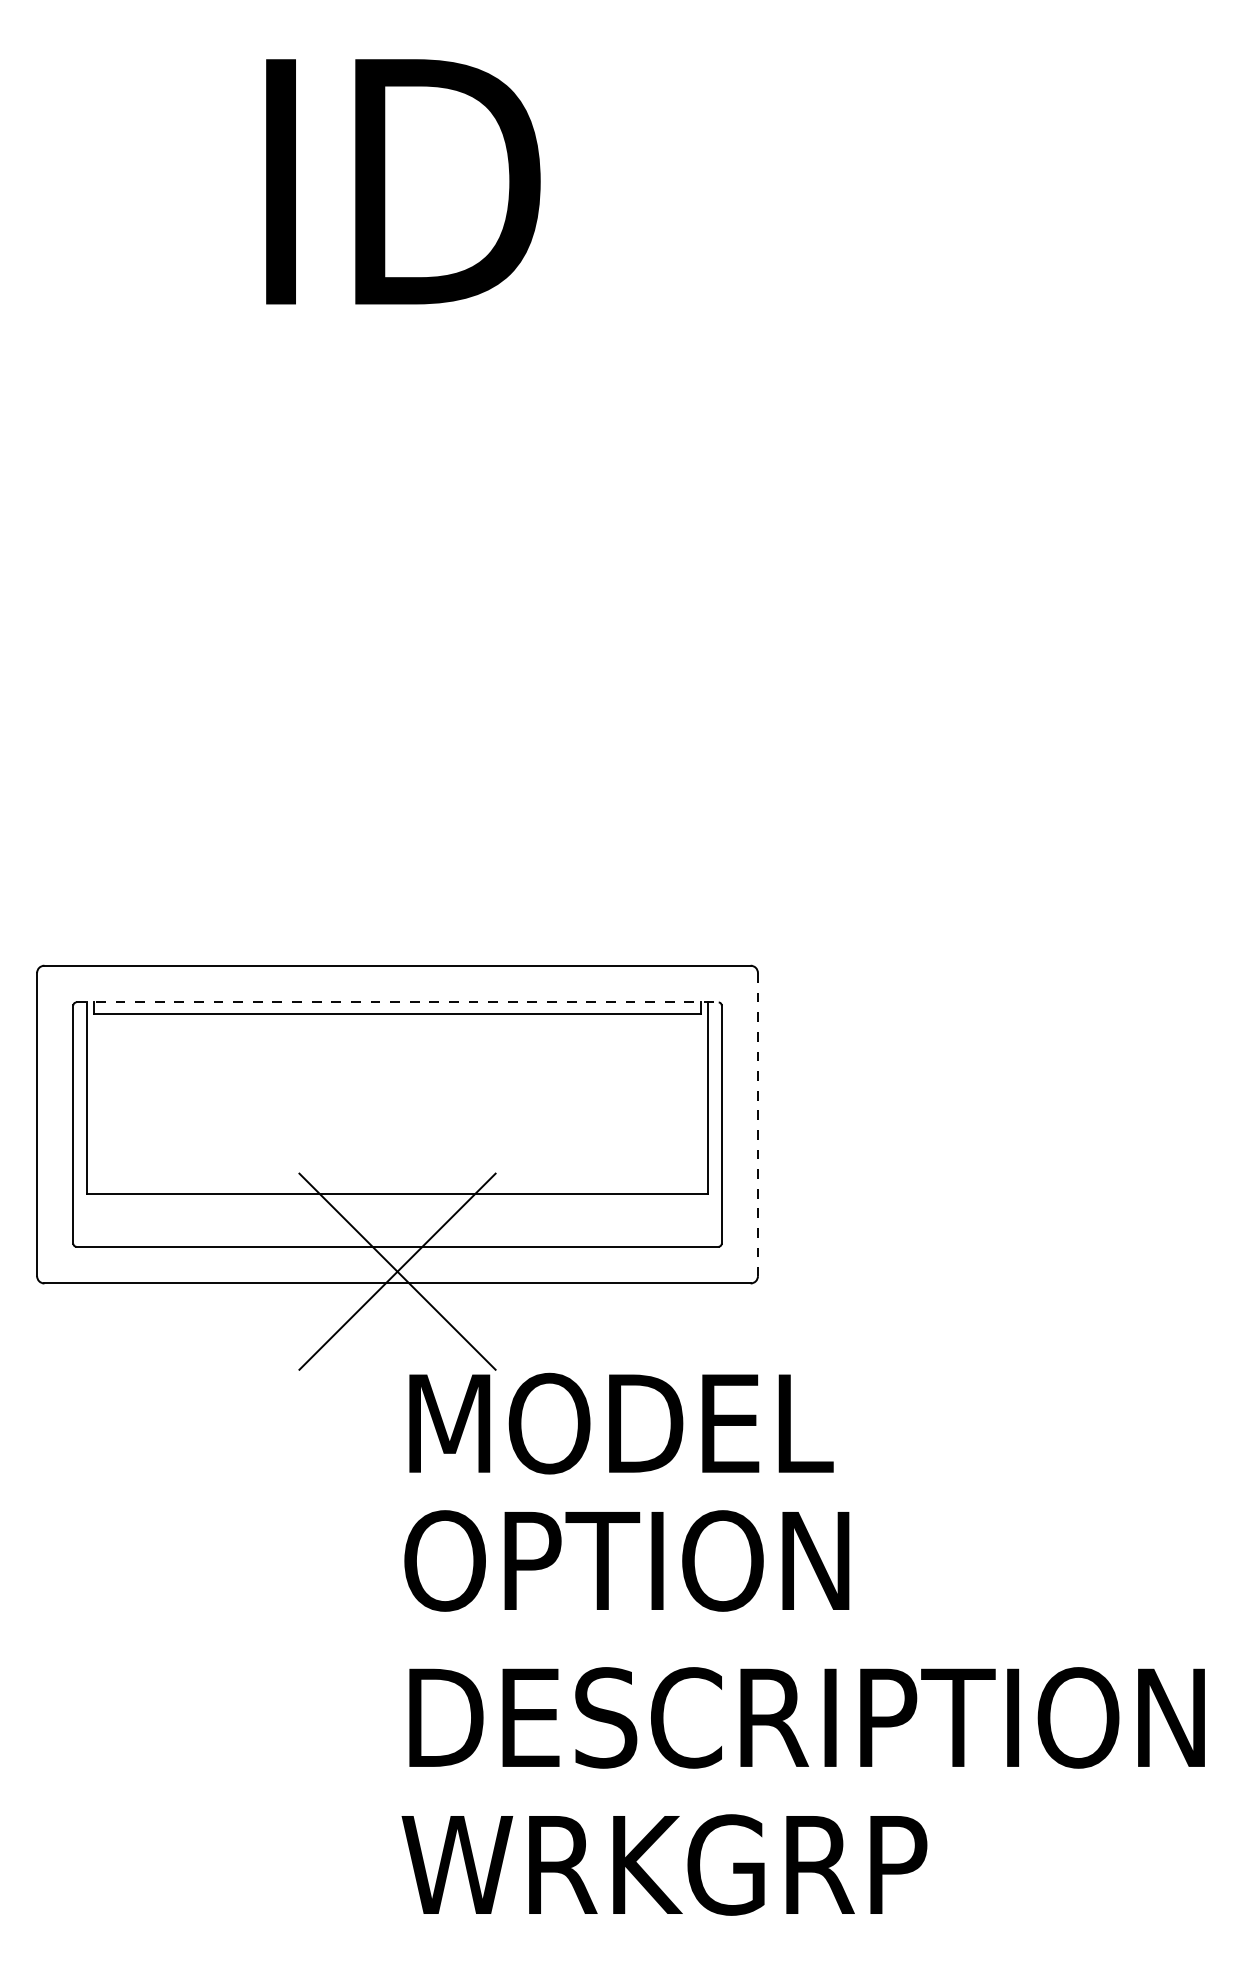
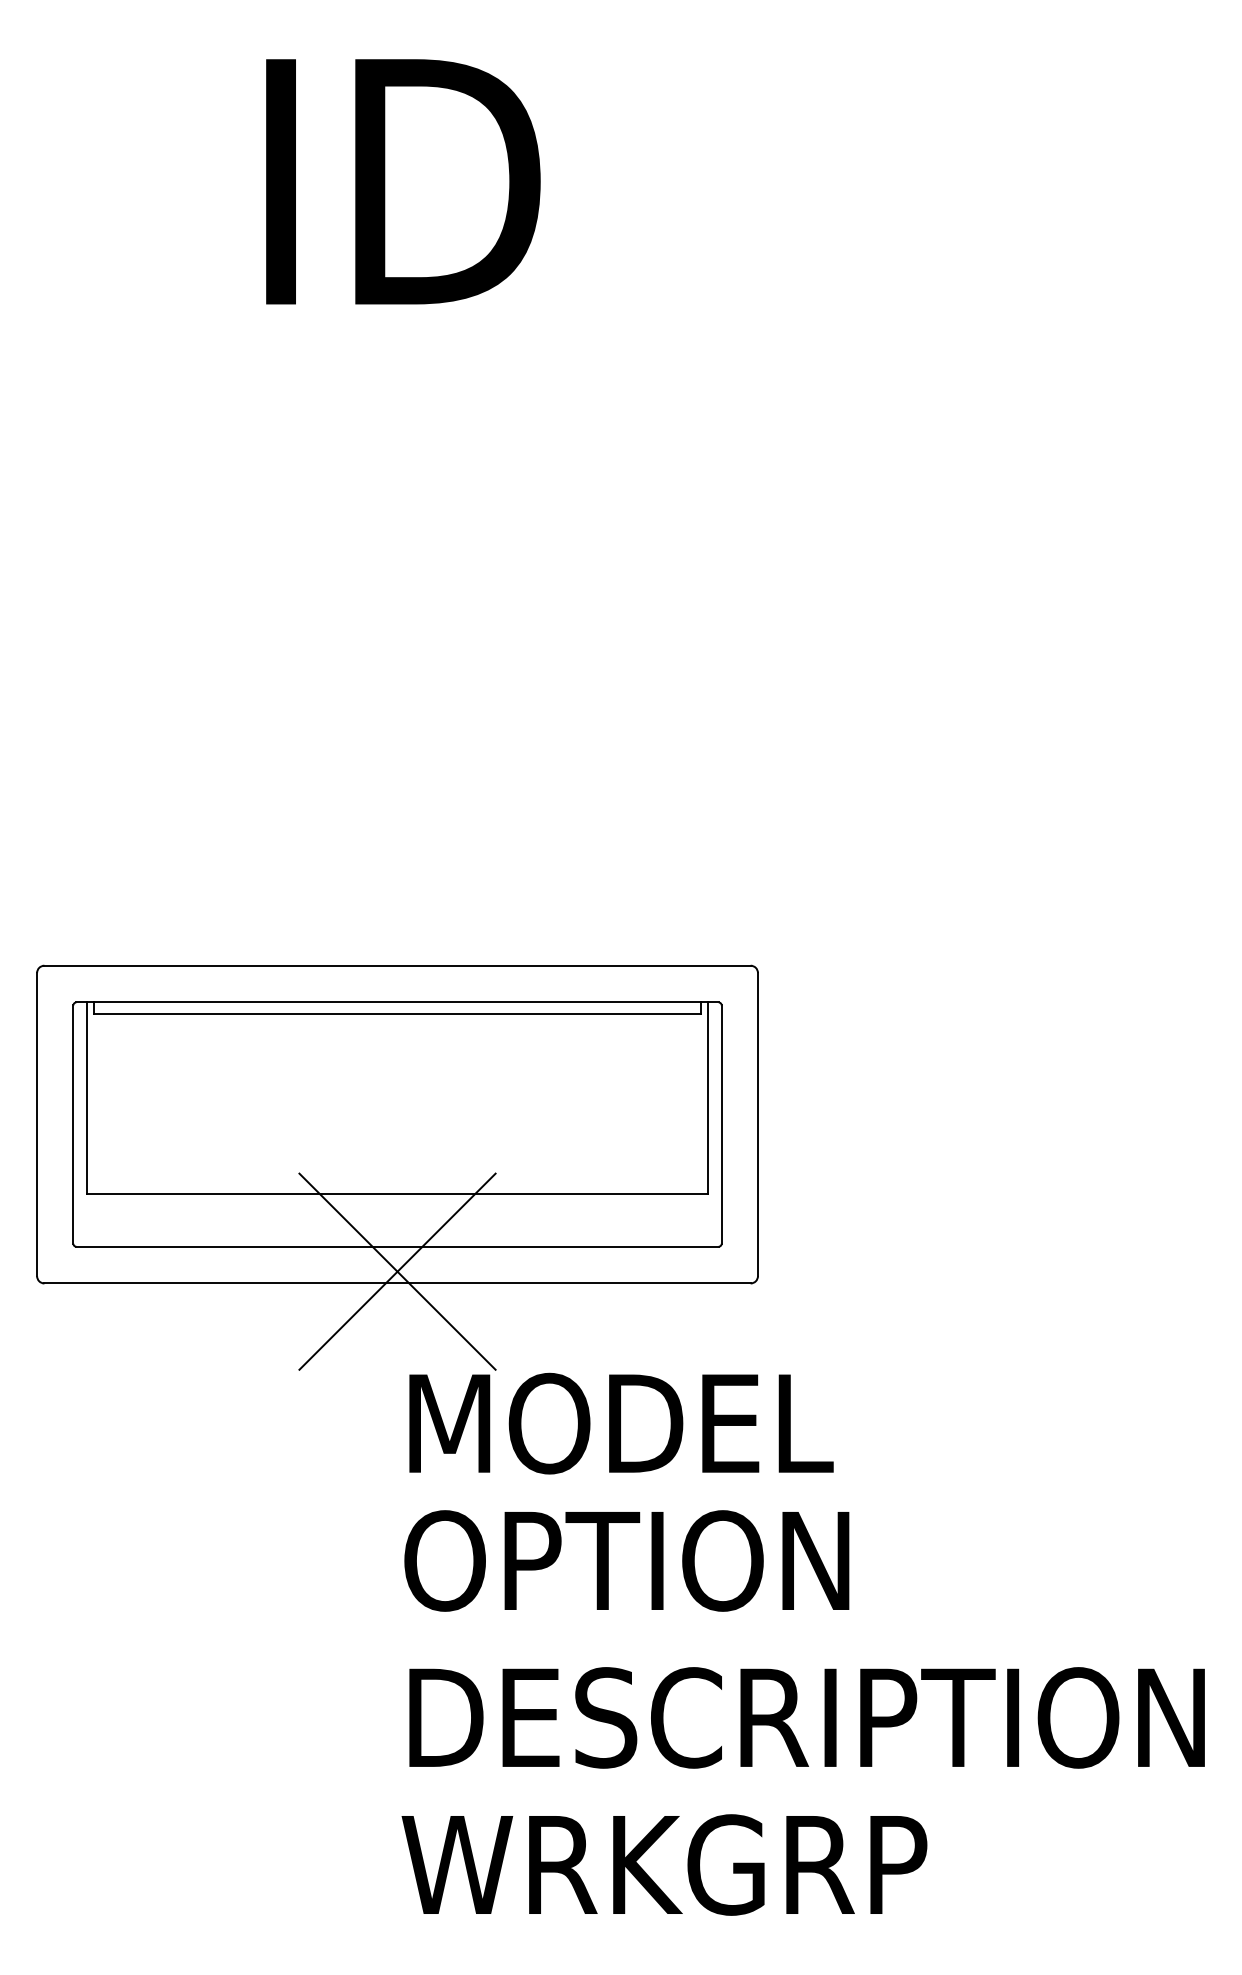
line at (398, 1002): dashed -> solid
line at (757, 1124): dashed -> solid
